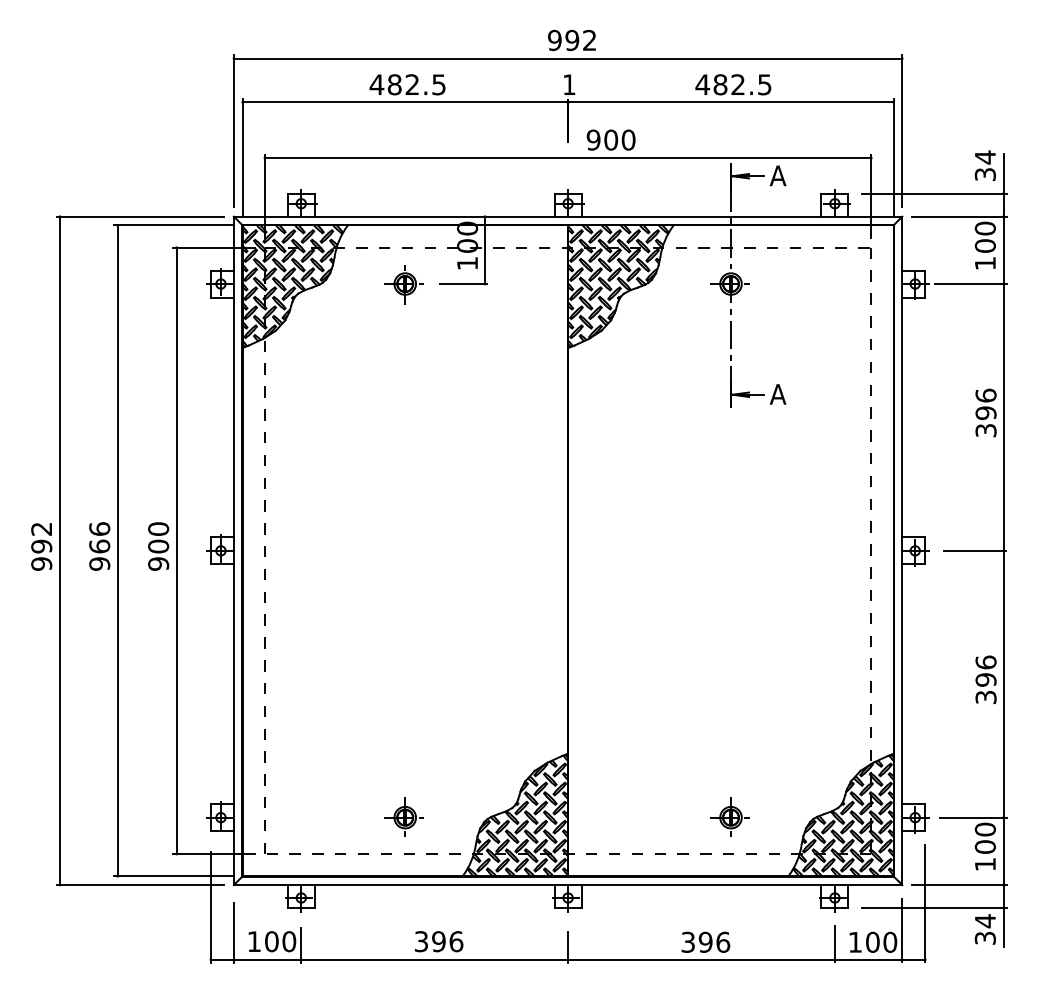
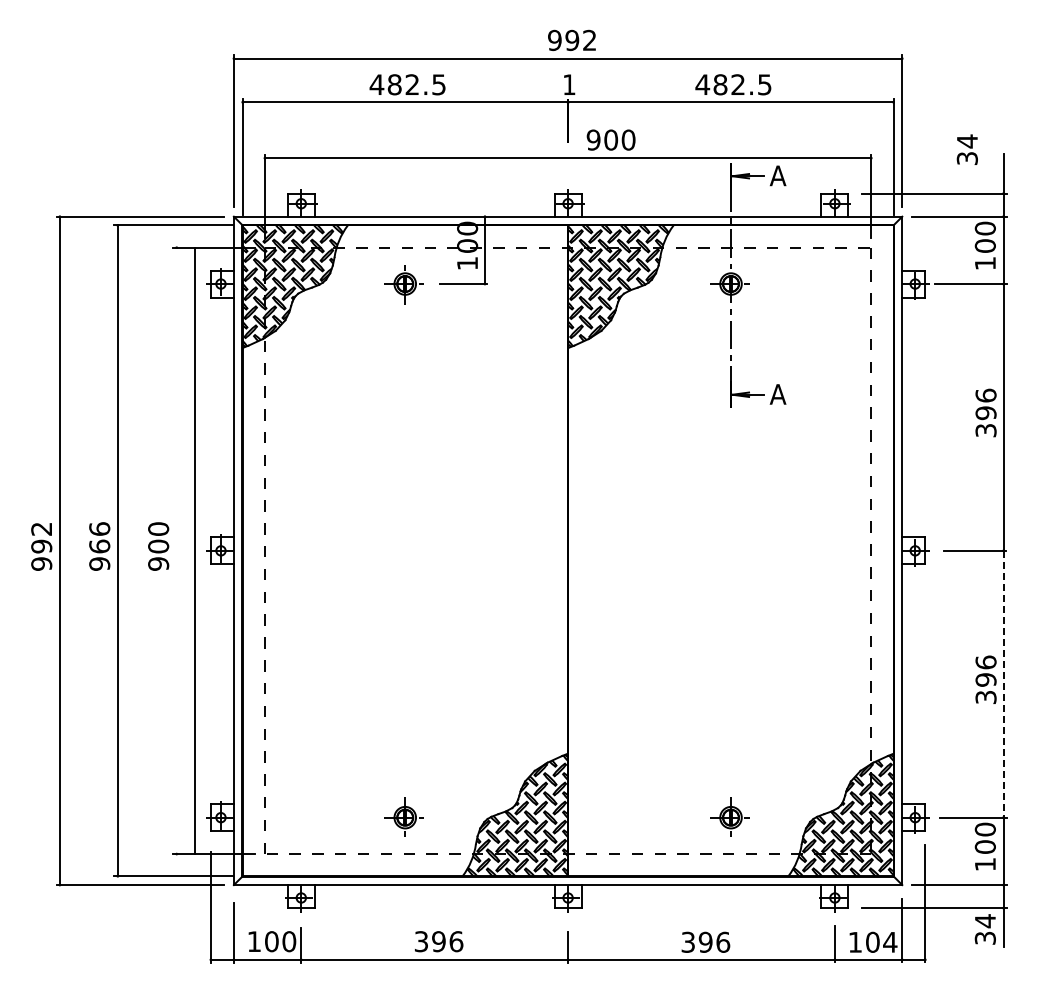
text at (984, 165) position: (984, 165) -> (966, 149)
line at (176, 550) position: (176, 550) -> (194, 550)
line at (1003, 684): solid -> dashed
text at (890, 941): 100 -> 104
